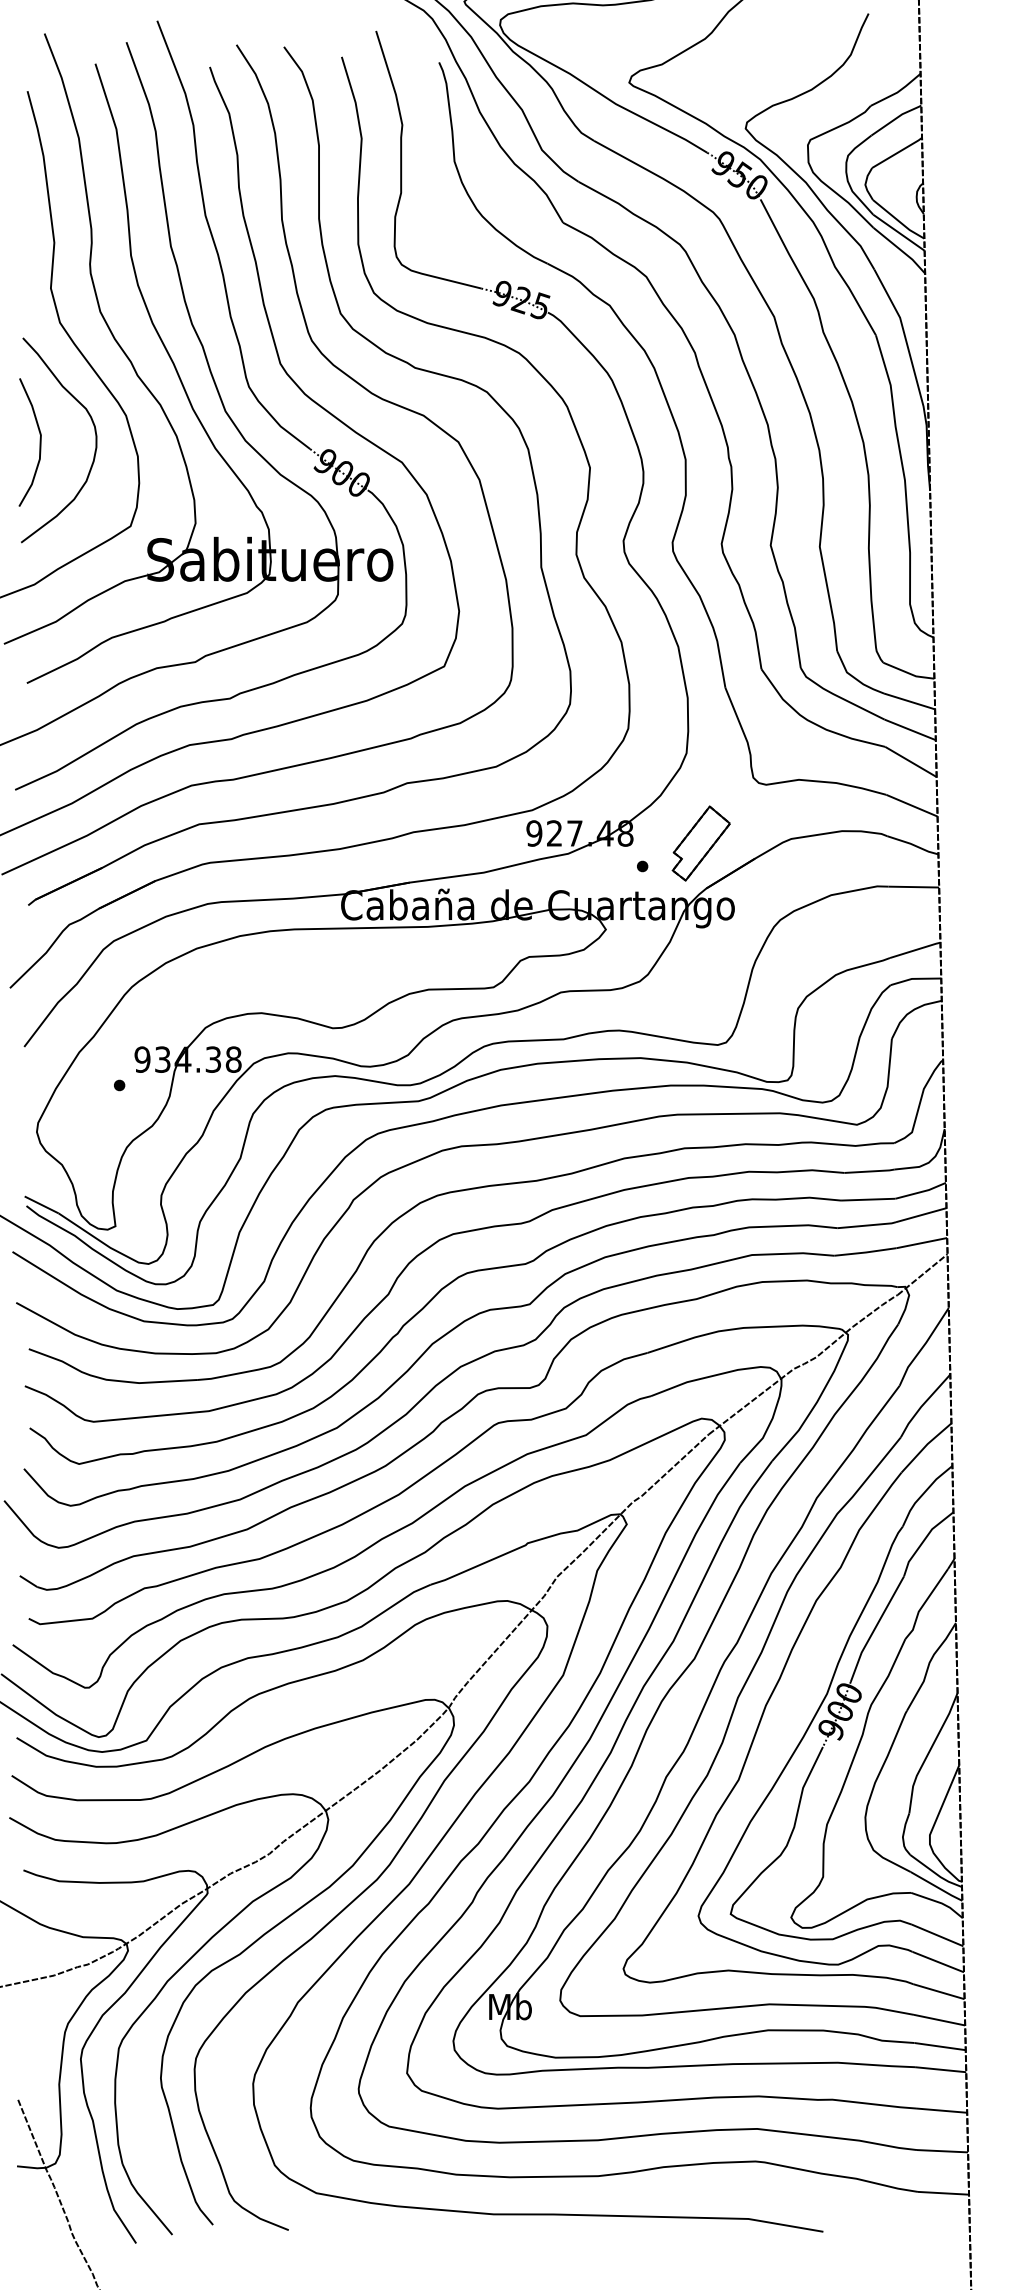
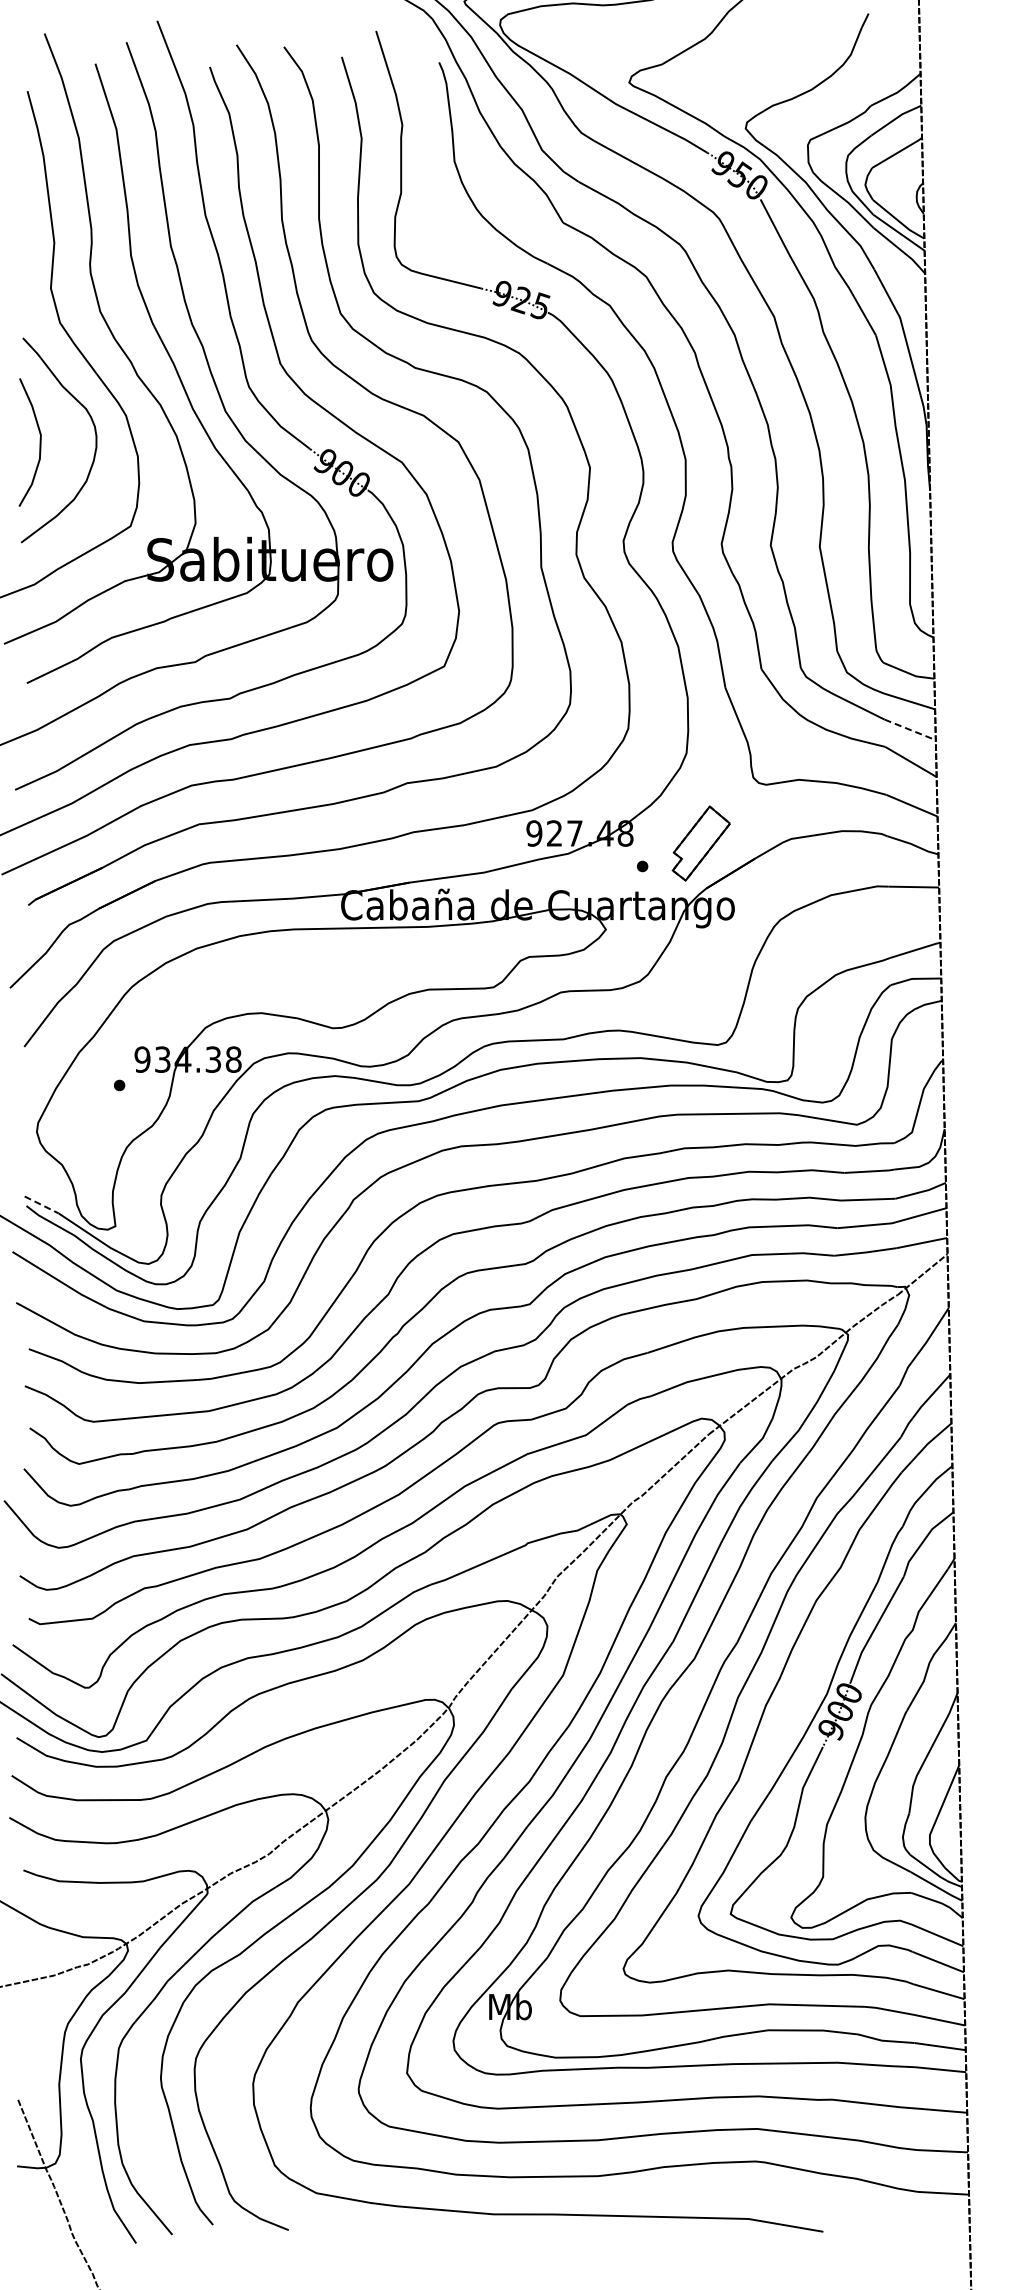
line at (910, 729): solid -> dashed
line at (41, 1204): solid -> dashed
